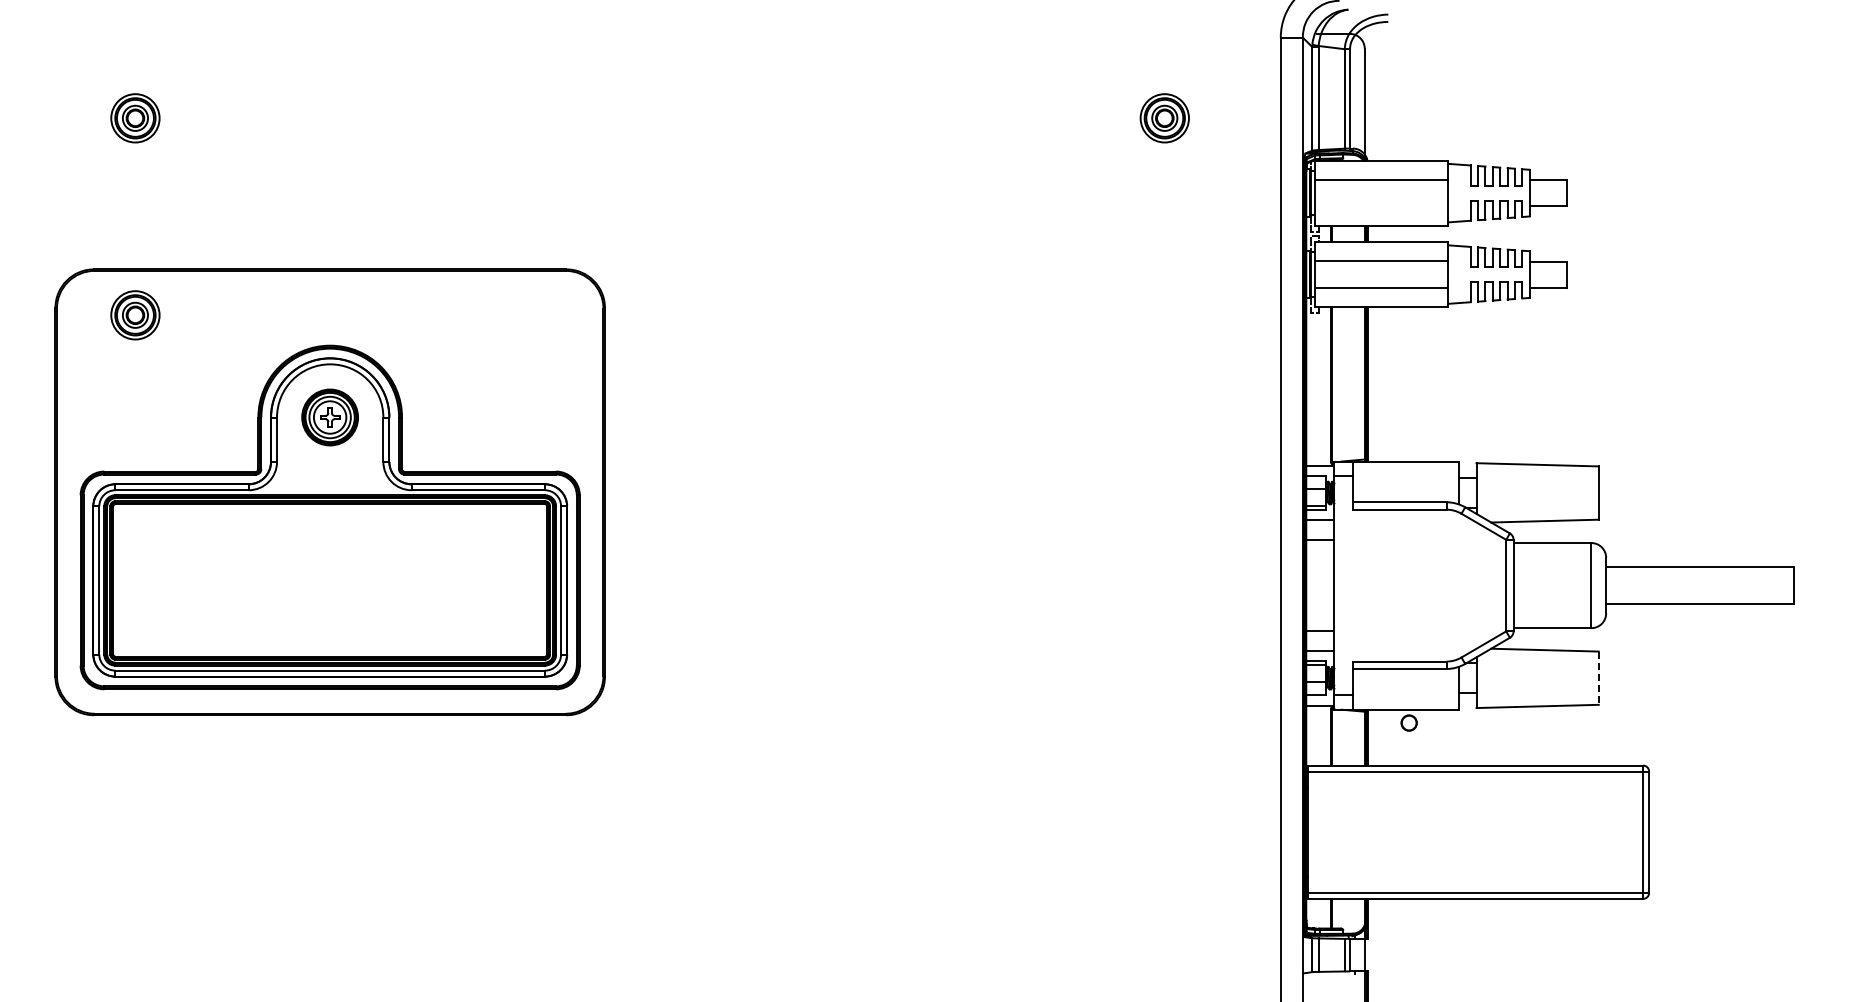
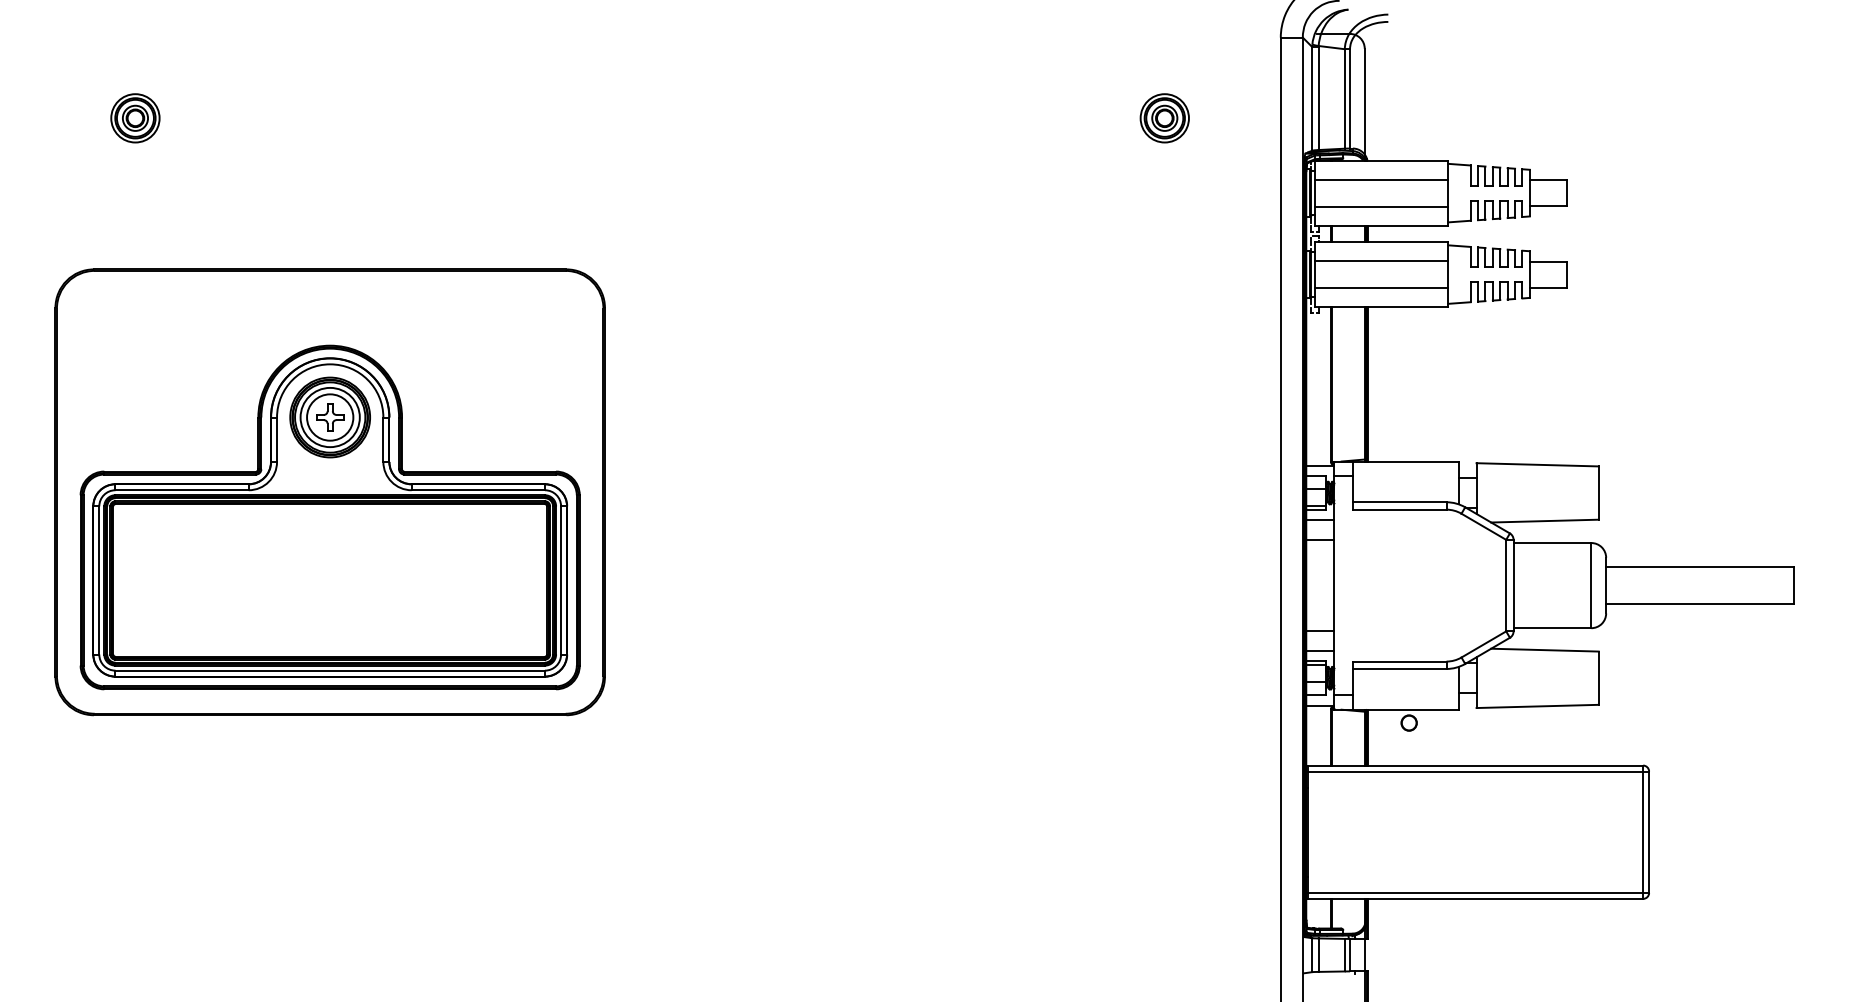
line at (1381, 206): none -> present
part at (135, 315): present -> none
part at (329, 417) size: 58x59 px -> 82x83 px
line at (1598, 678): dashed -> solid
